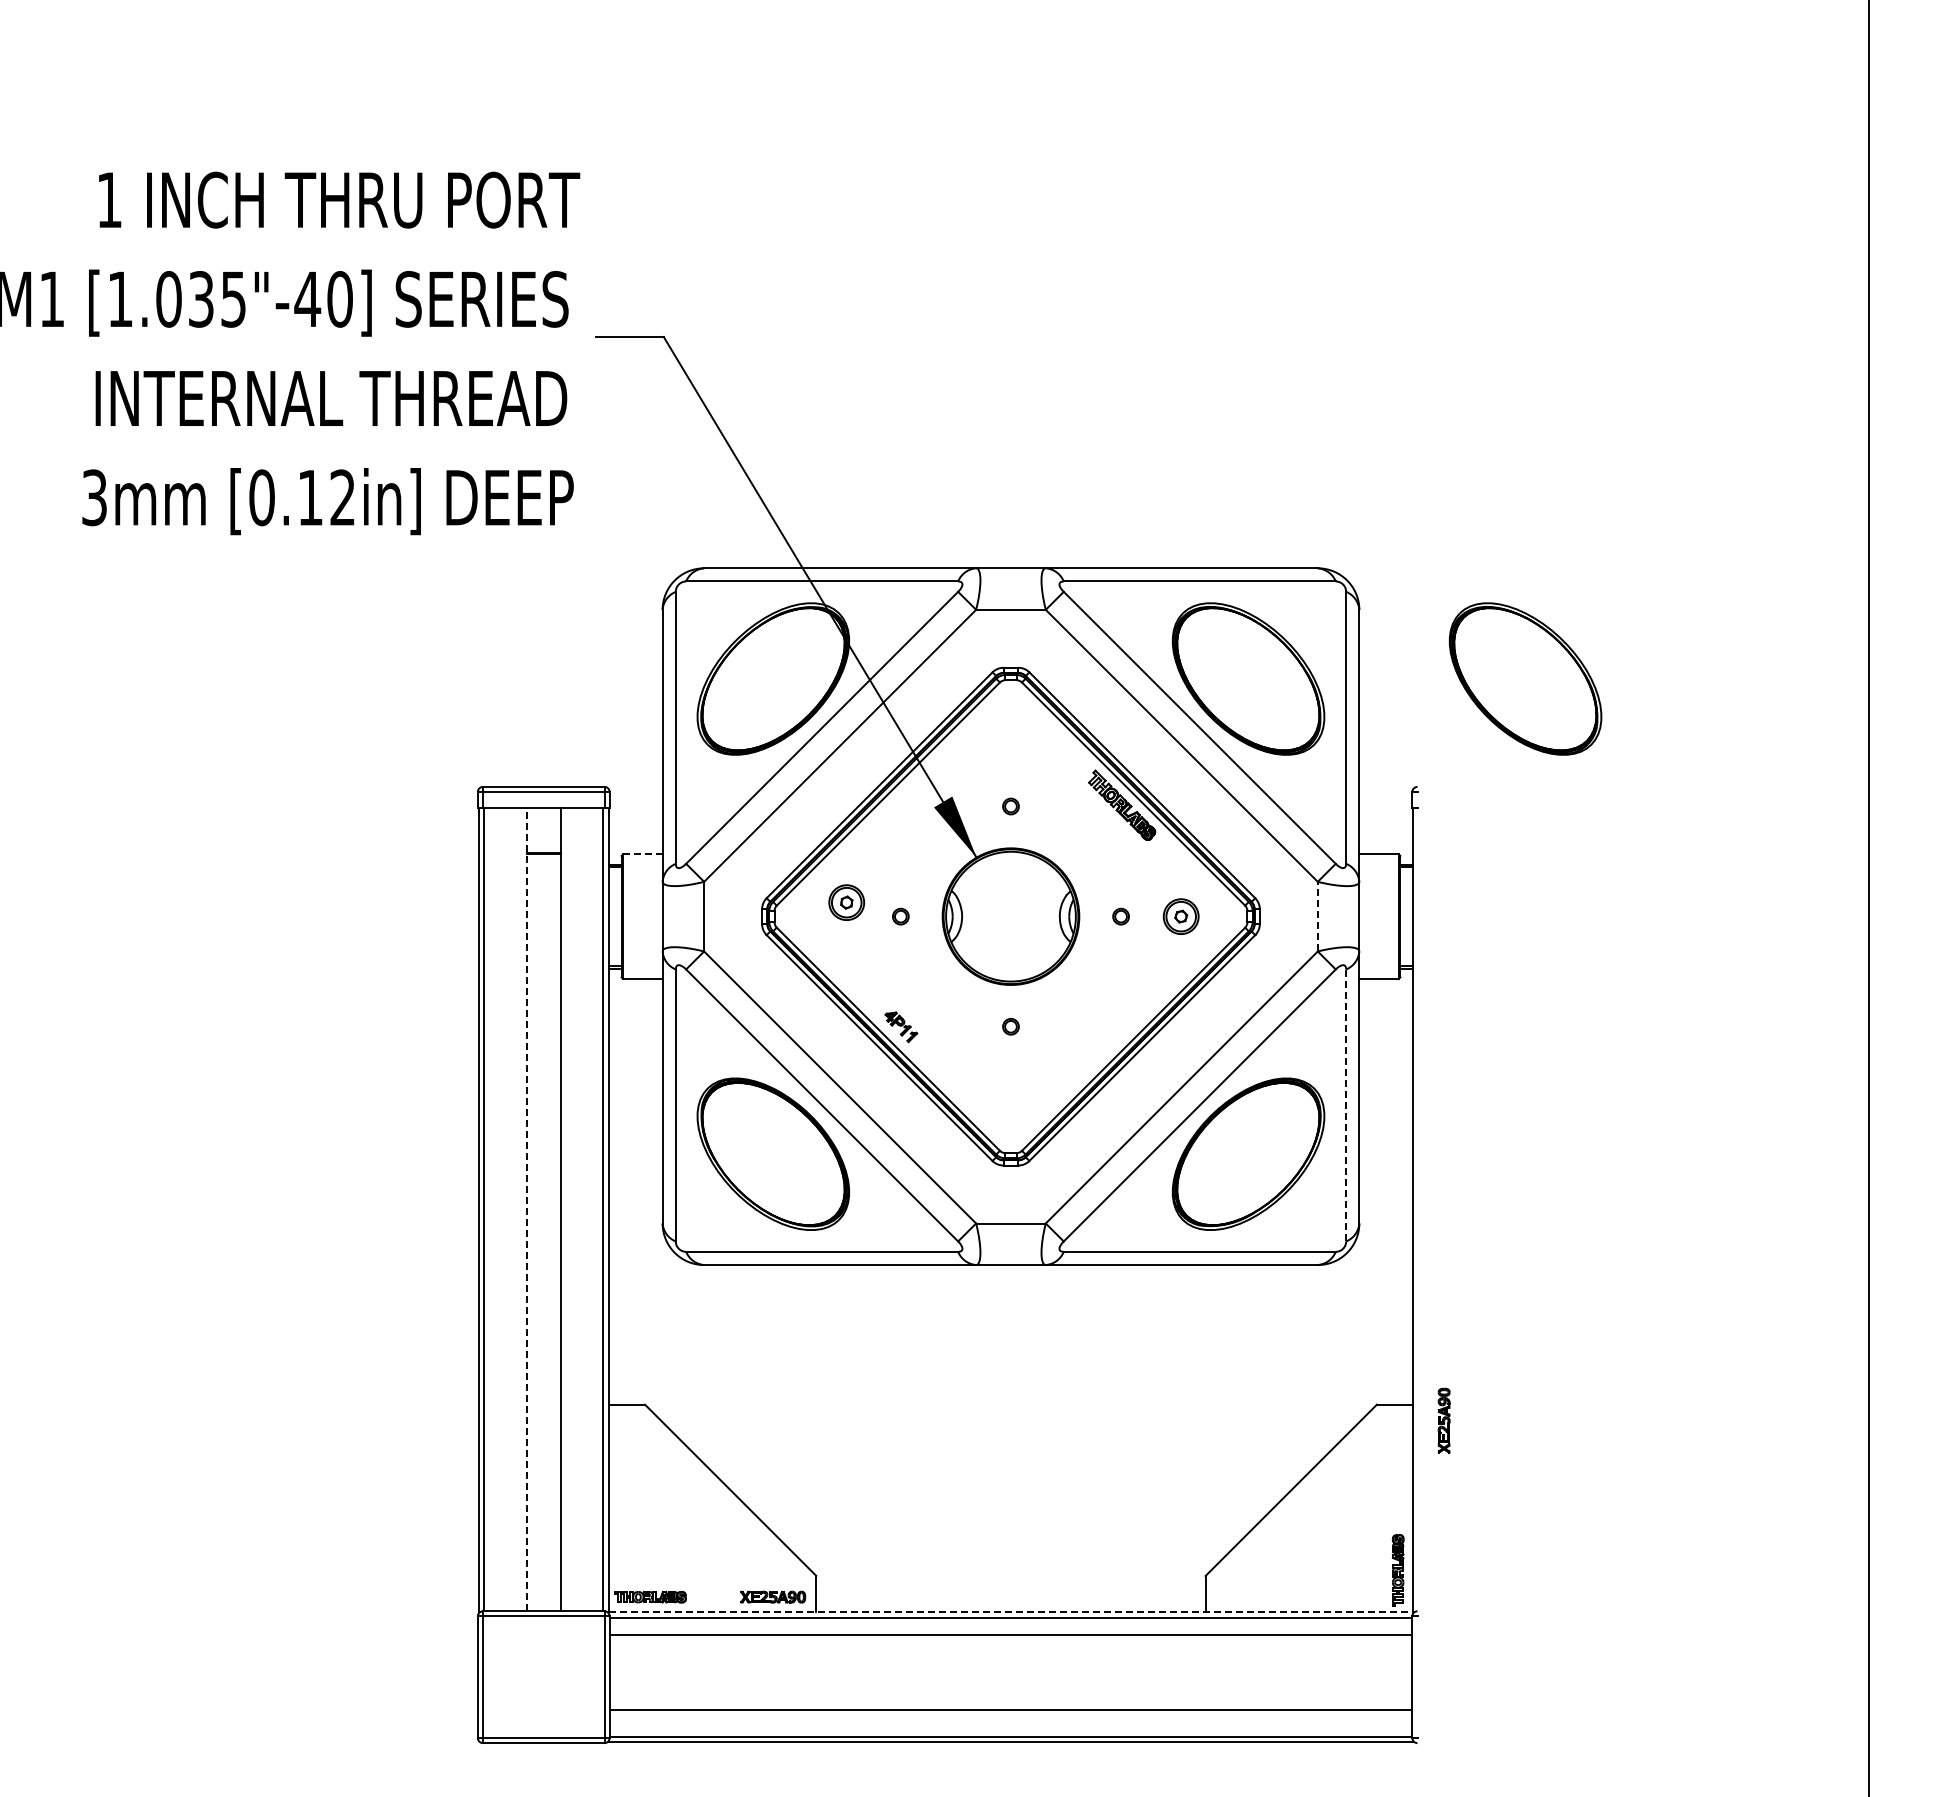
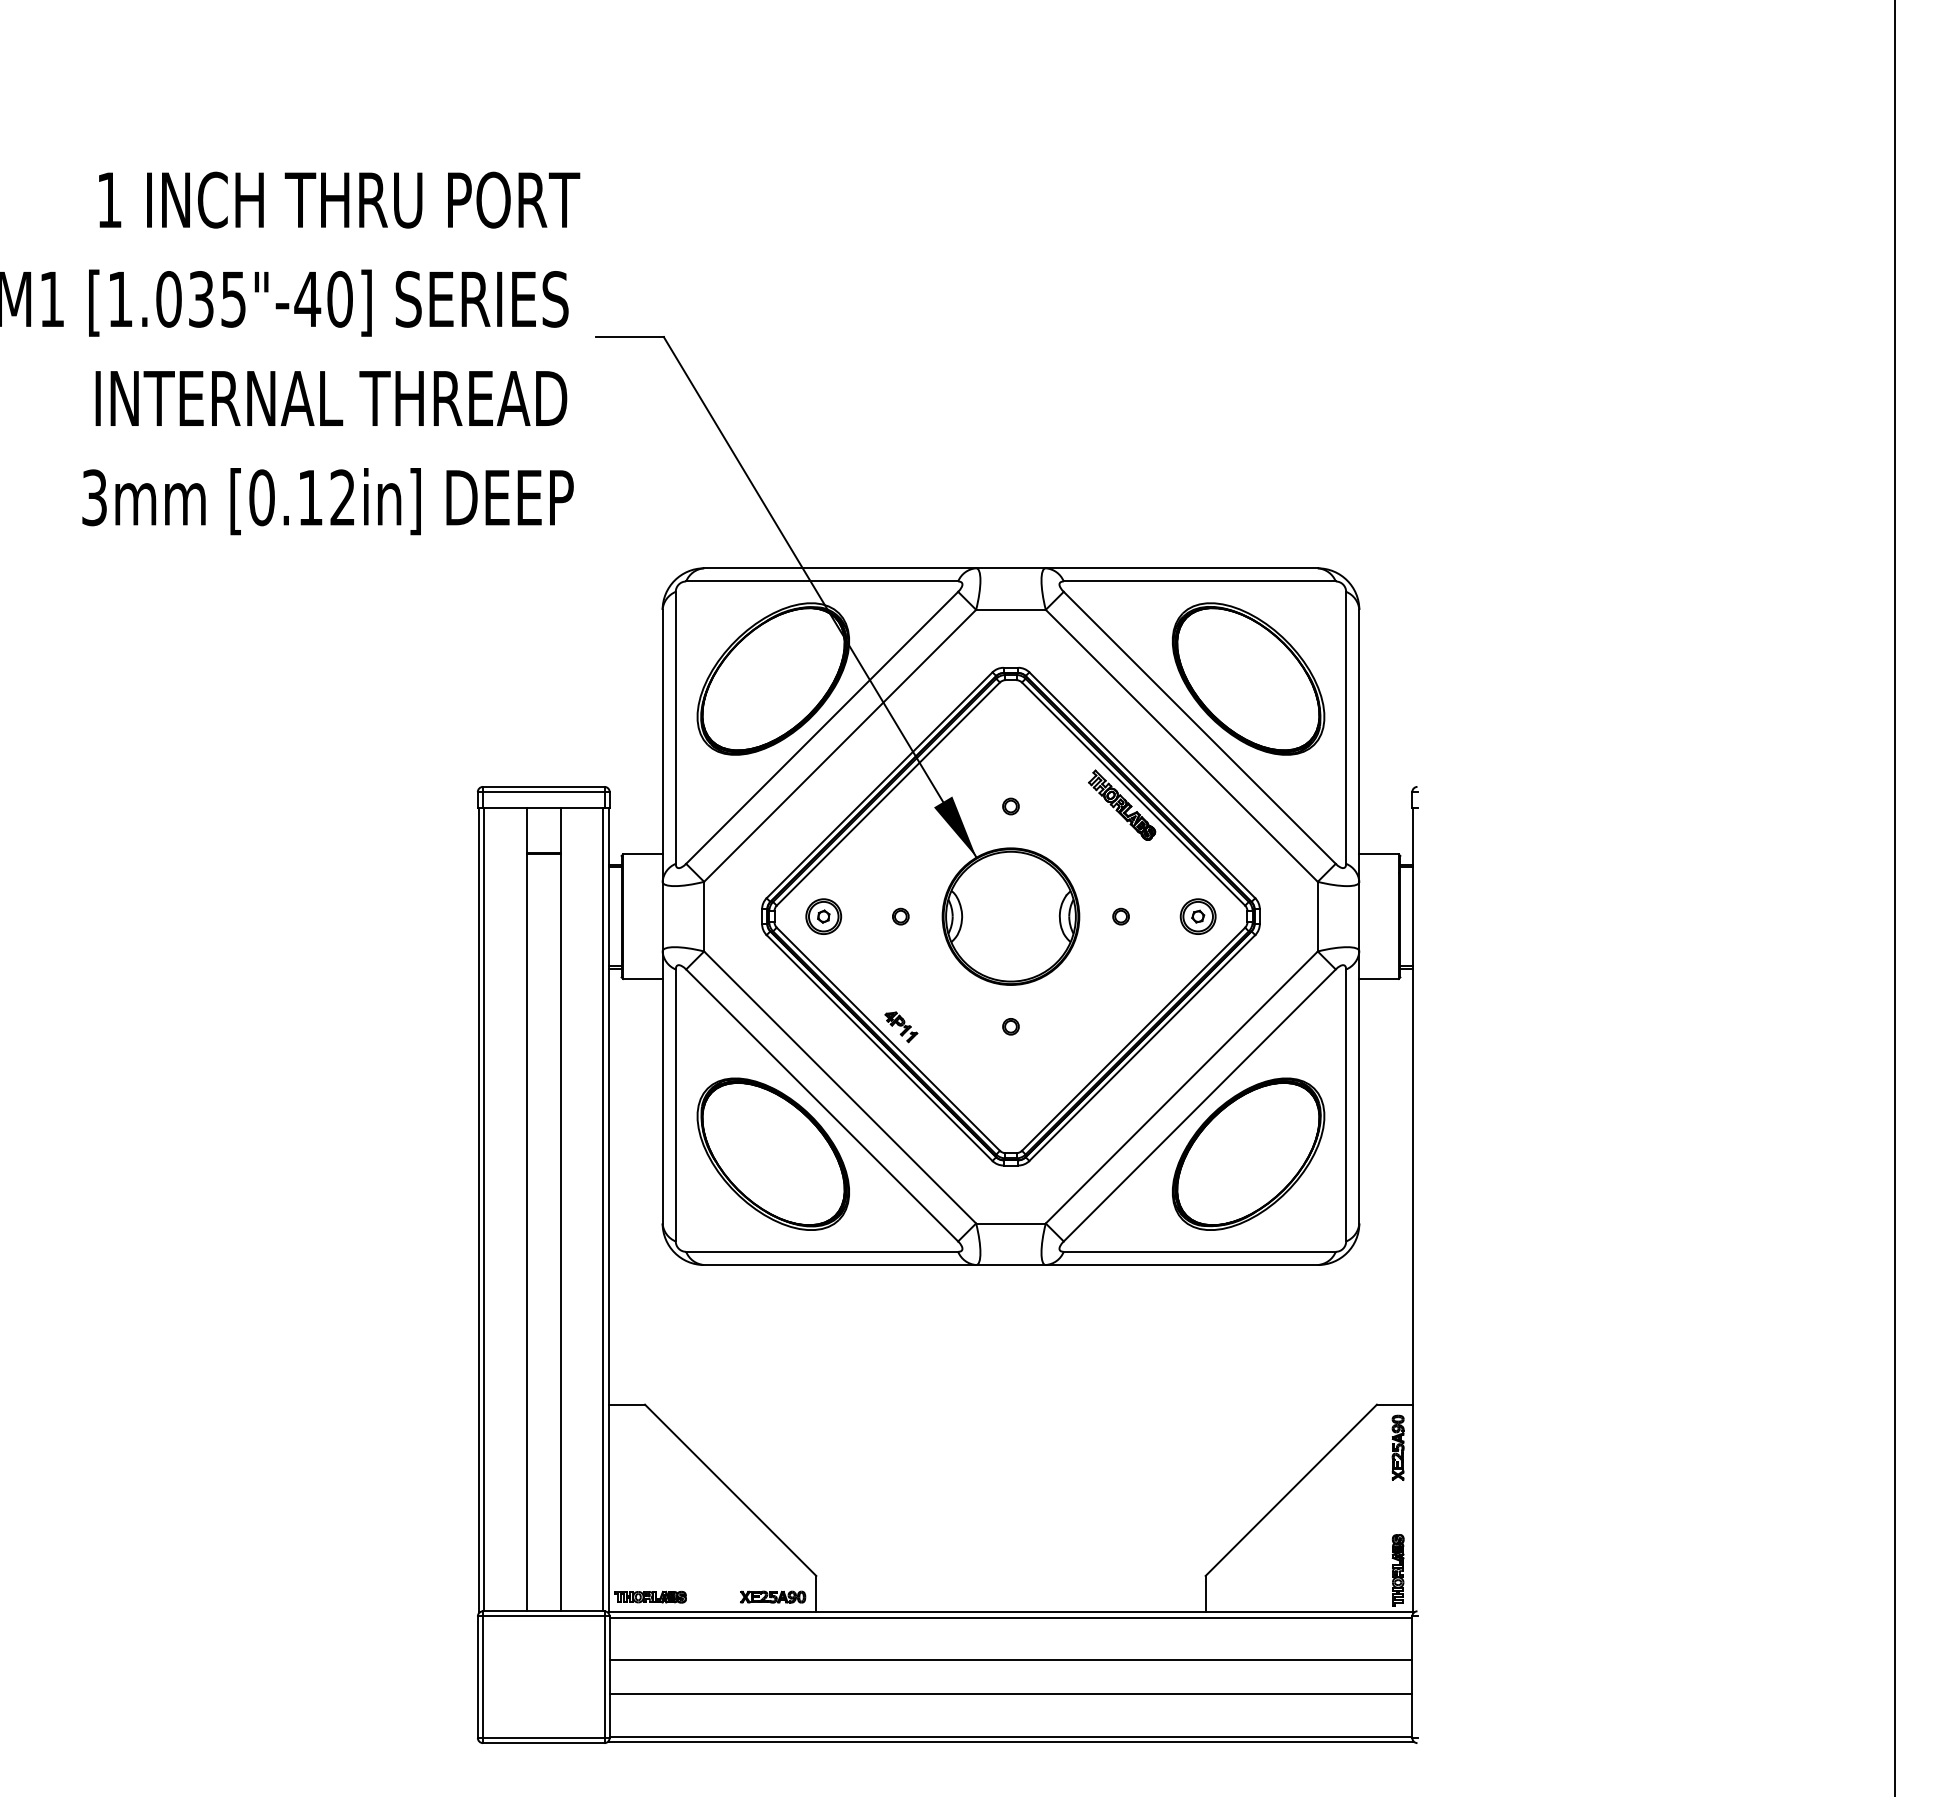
part at (1525, 678): present -> none
line at (642, 854): dashed -> solid
line at (1869, 897) position: (1869, 897) -> (1895, 897)
part at (846, 902) position: (846, 902) -> (823, 916)
part at (1180, 916) position: (1180, 916) -> (1197, 916)
line at (1317, 916): dashed -> solid
line at (1346, 1105): dashed -> solid
line at (526, 1209): dashed -> solid
part at (1443, 1420) position: (1443, 1420) -> (1397, 1447)
line at (1011, 1612): dashed -> solid
line at (1010, 1635) position: (1010, 1635) -> (1010, 1660)
line at (1010, 1710) position: (1010, 1710) -> (1010, 1694)
